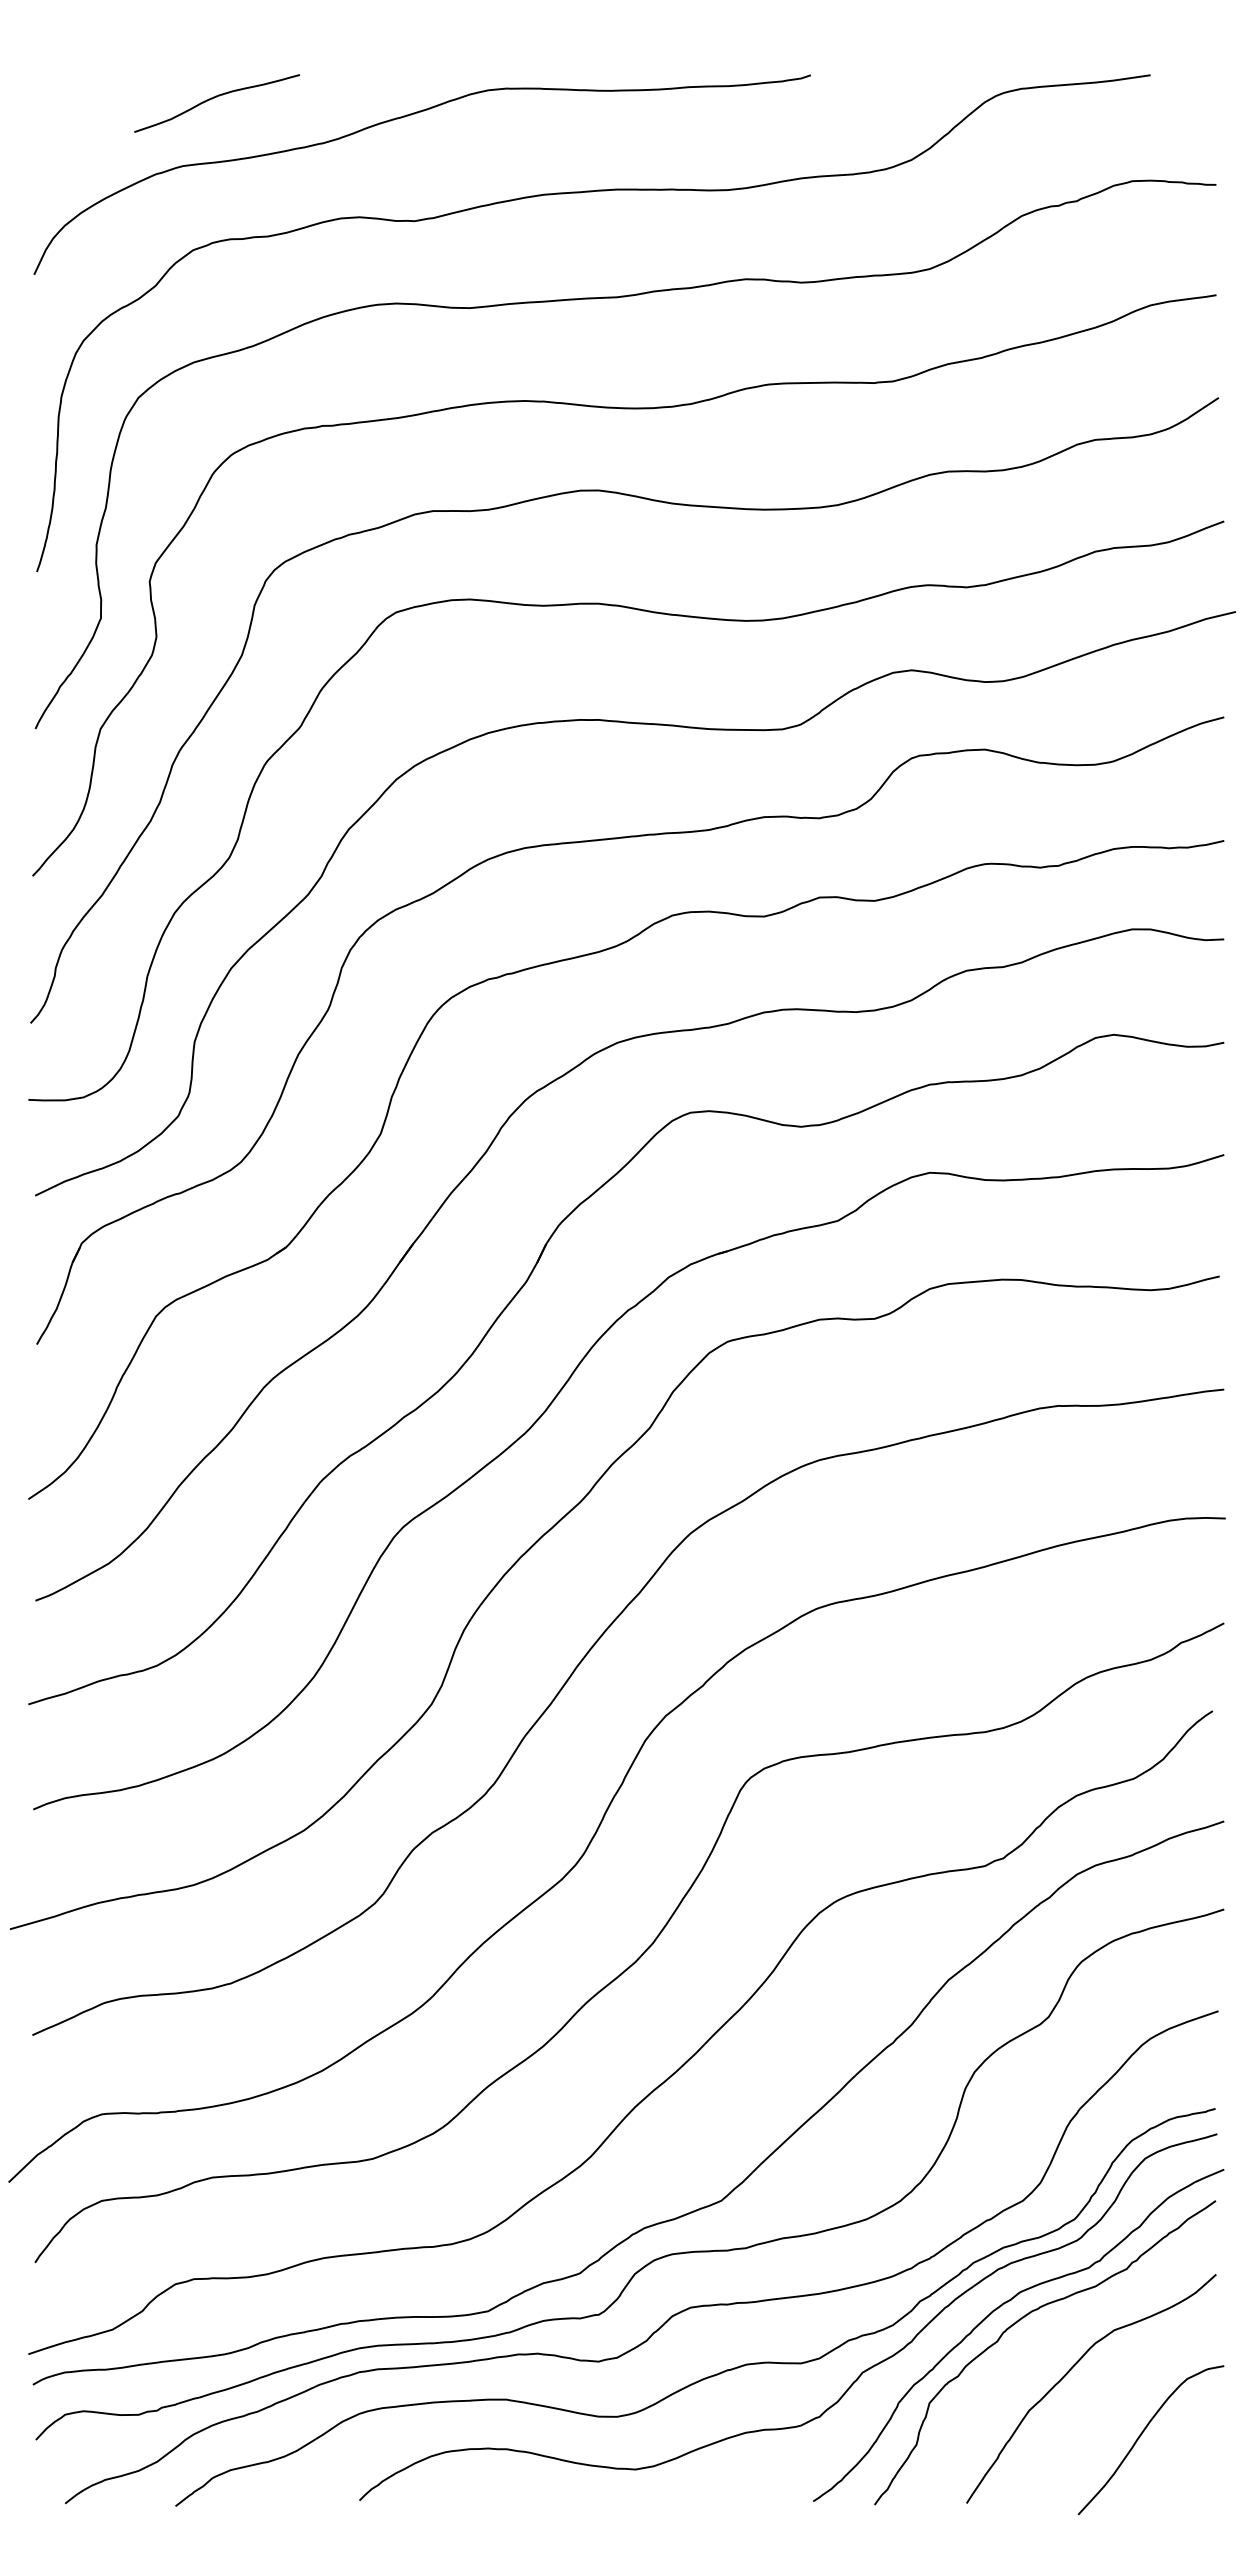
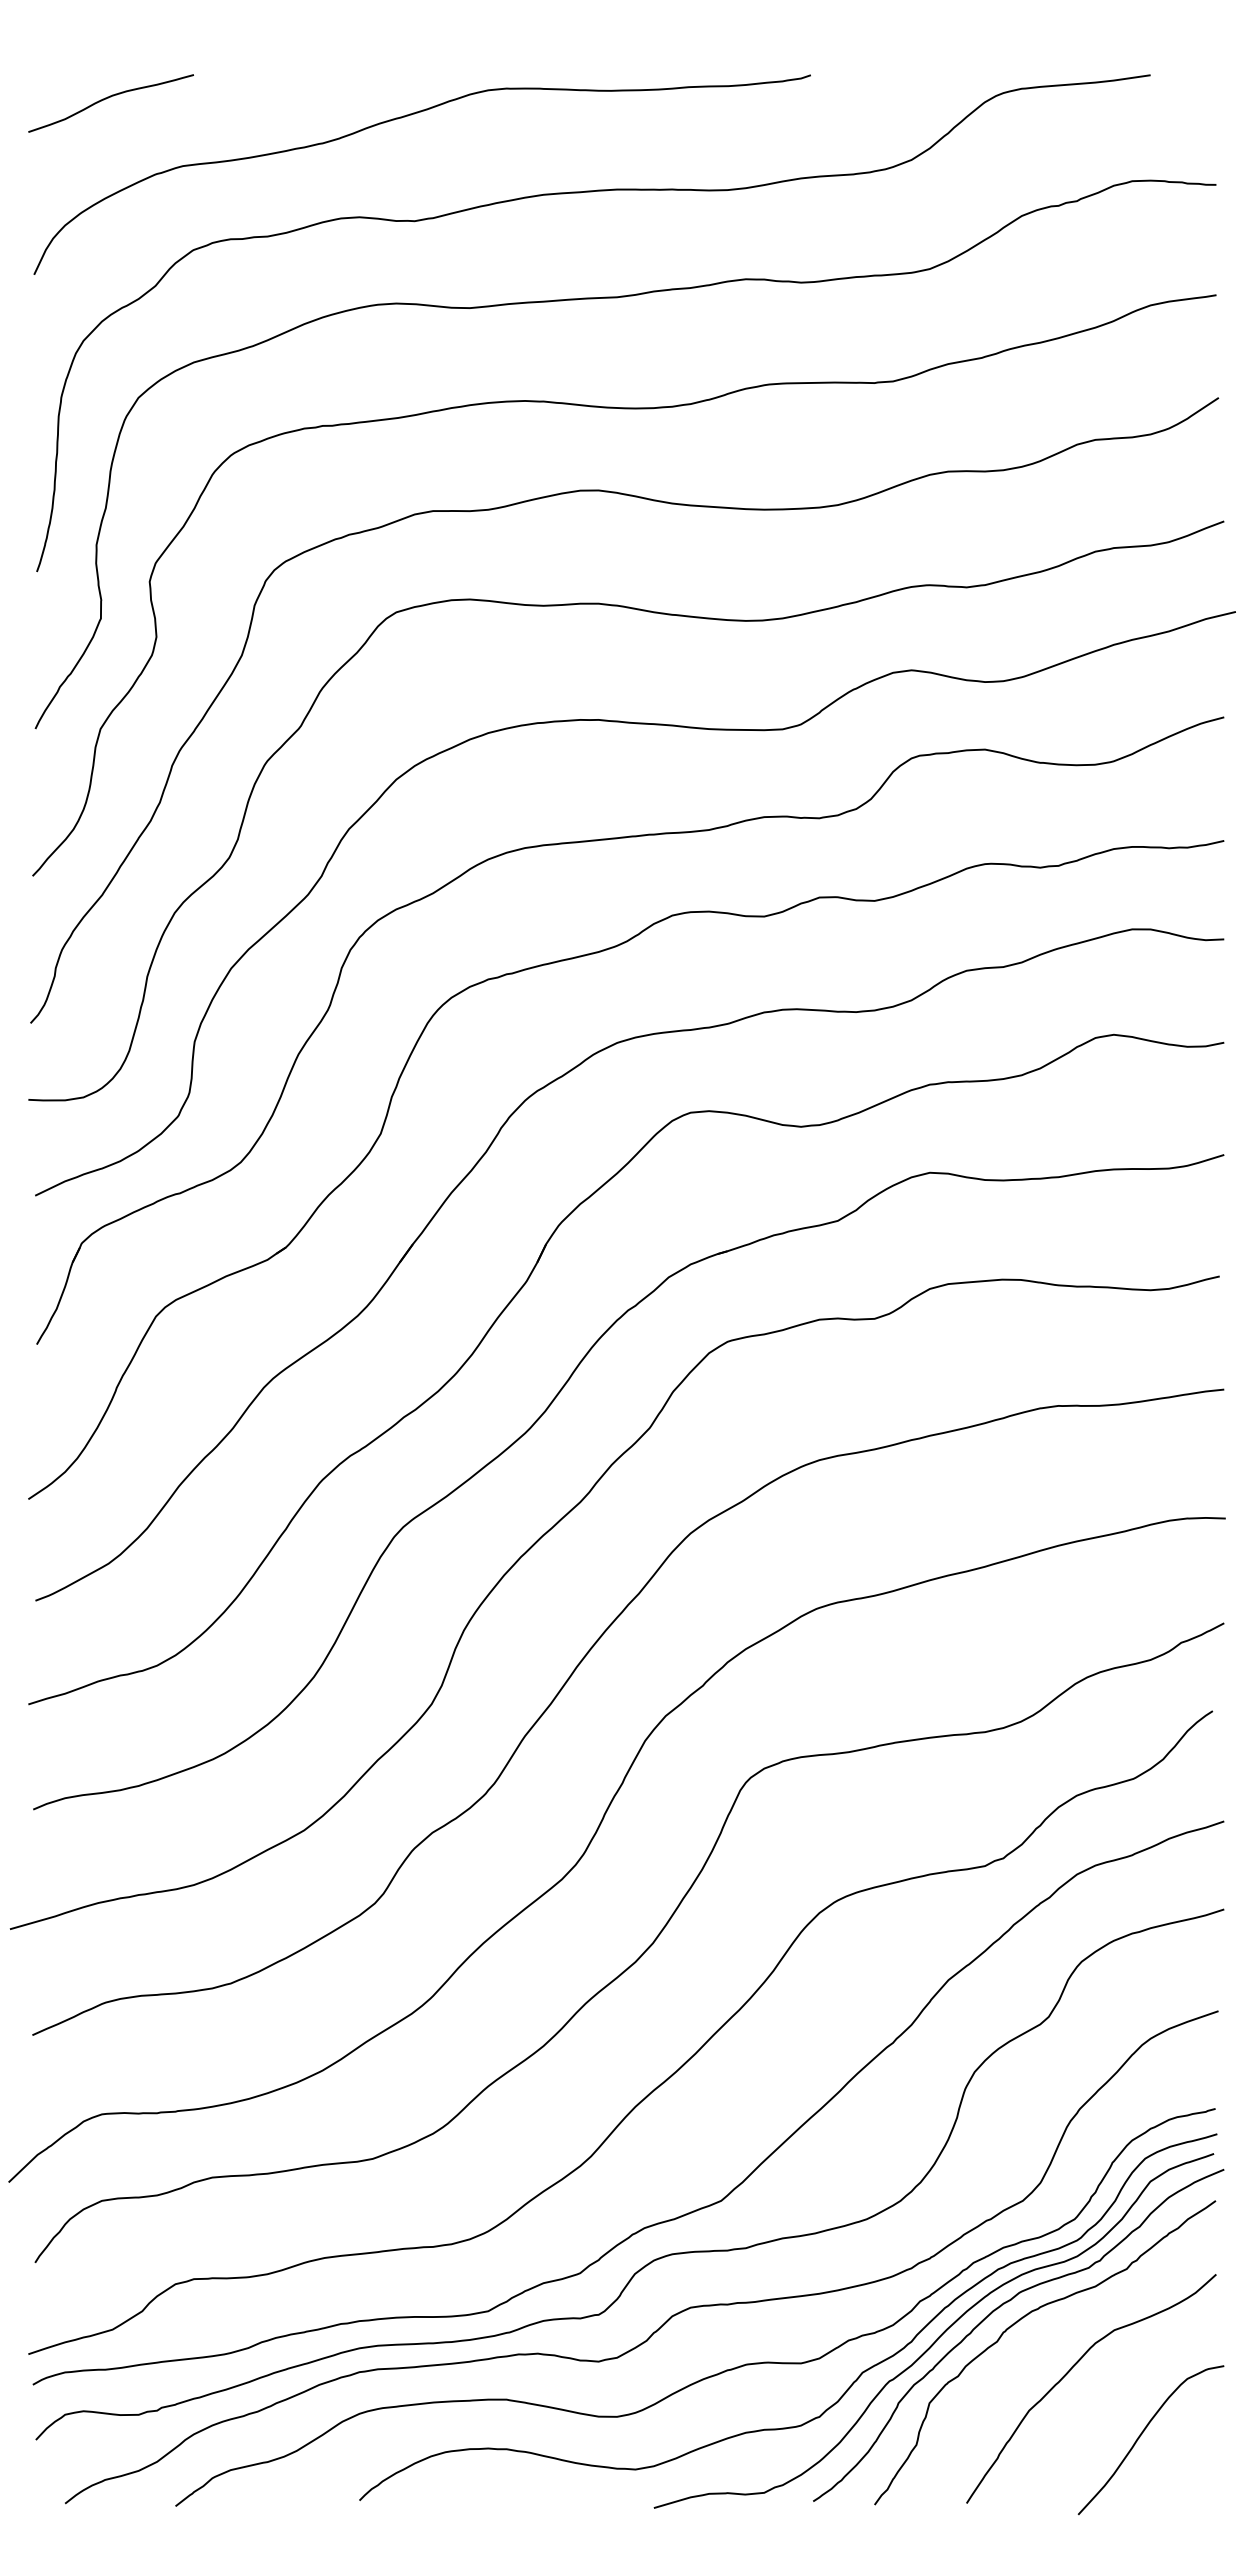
curve at (214, 98) position: (214, 98) -> (108, 98)
curve at (939, 2335): none -> present
